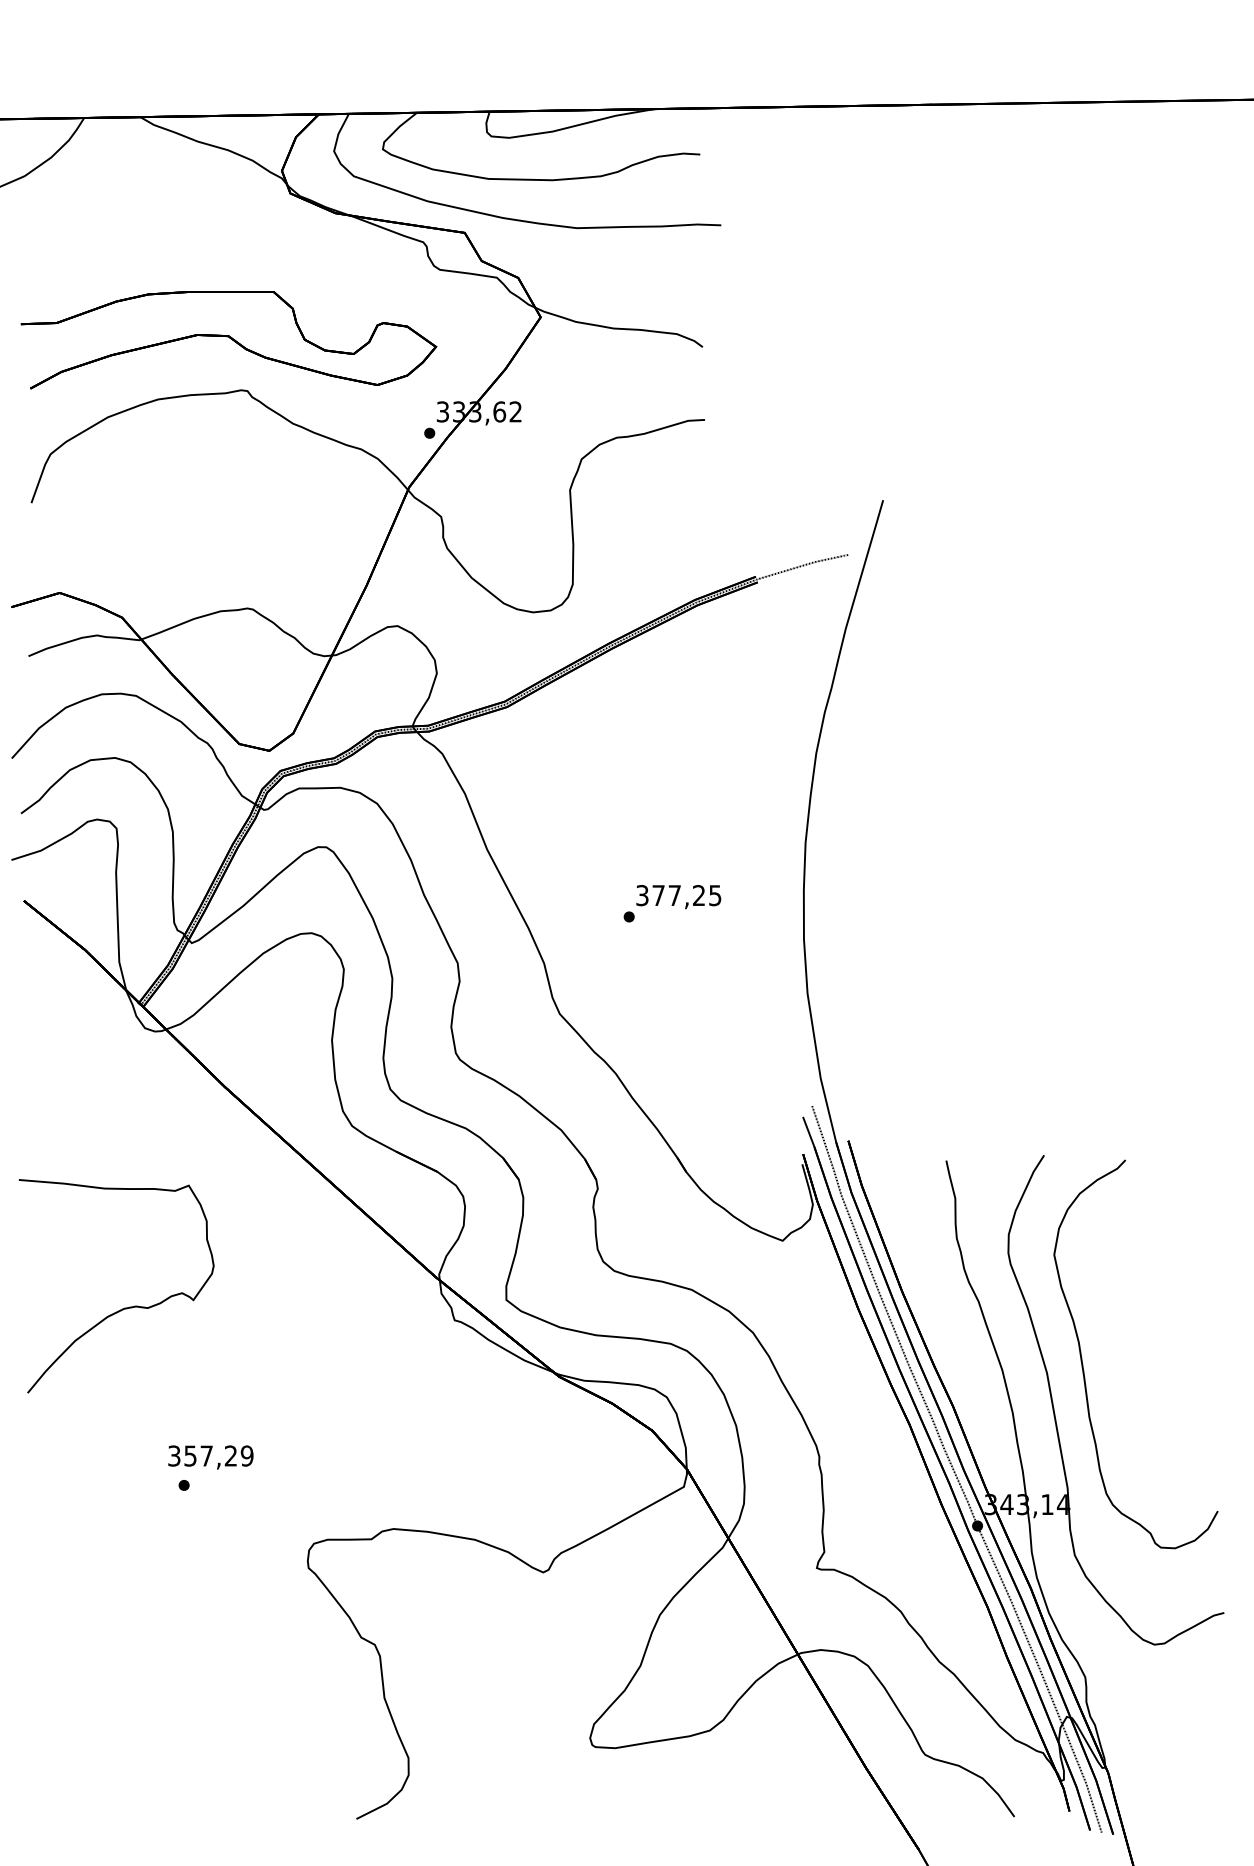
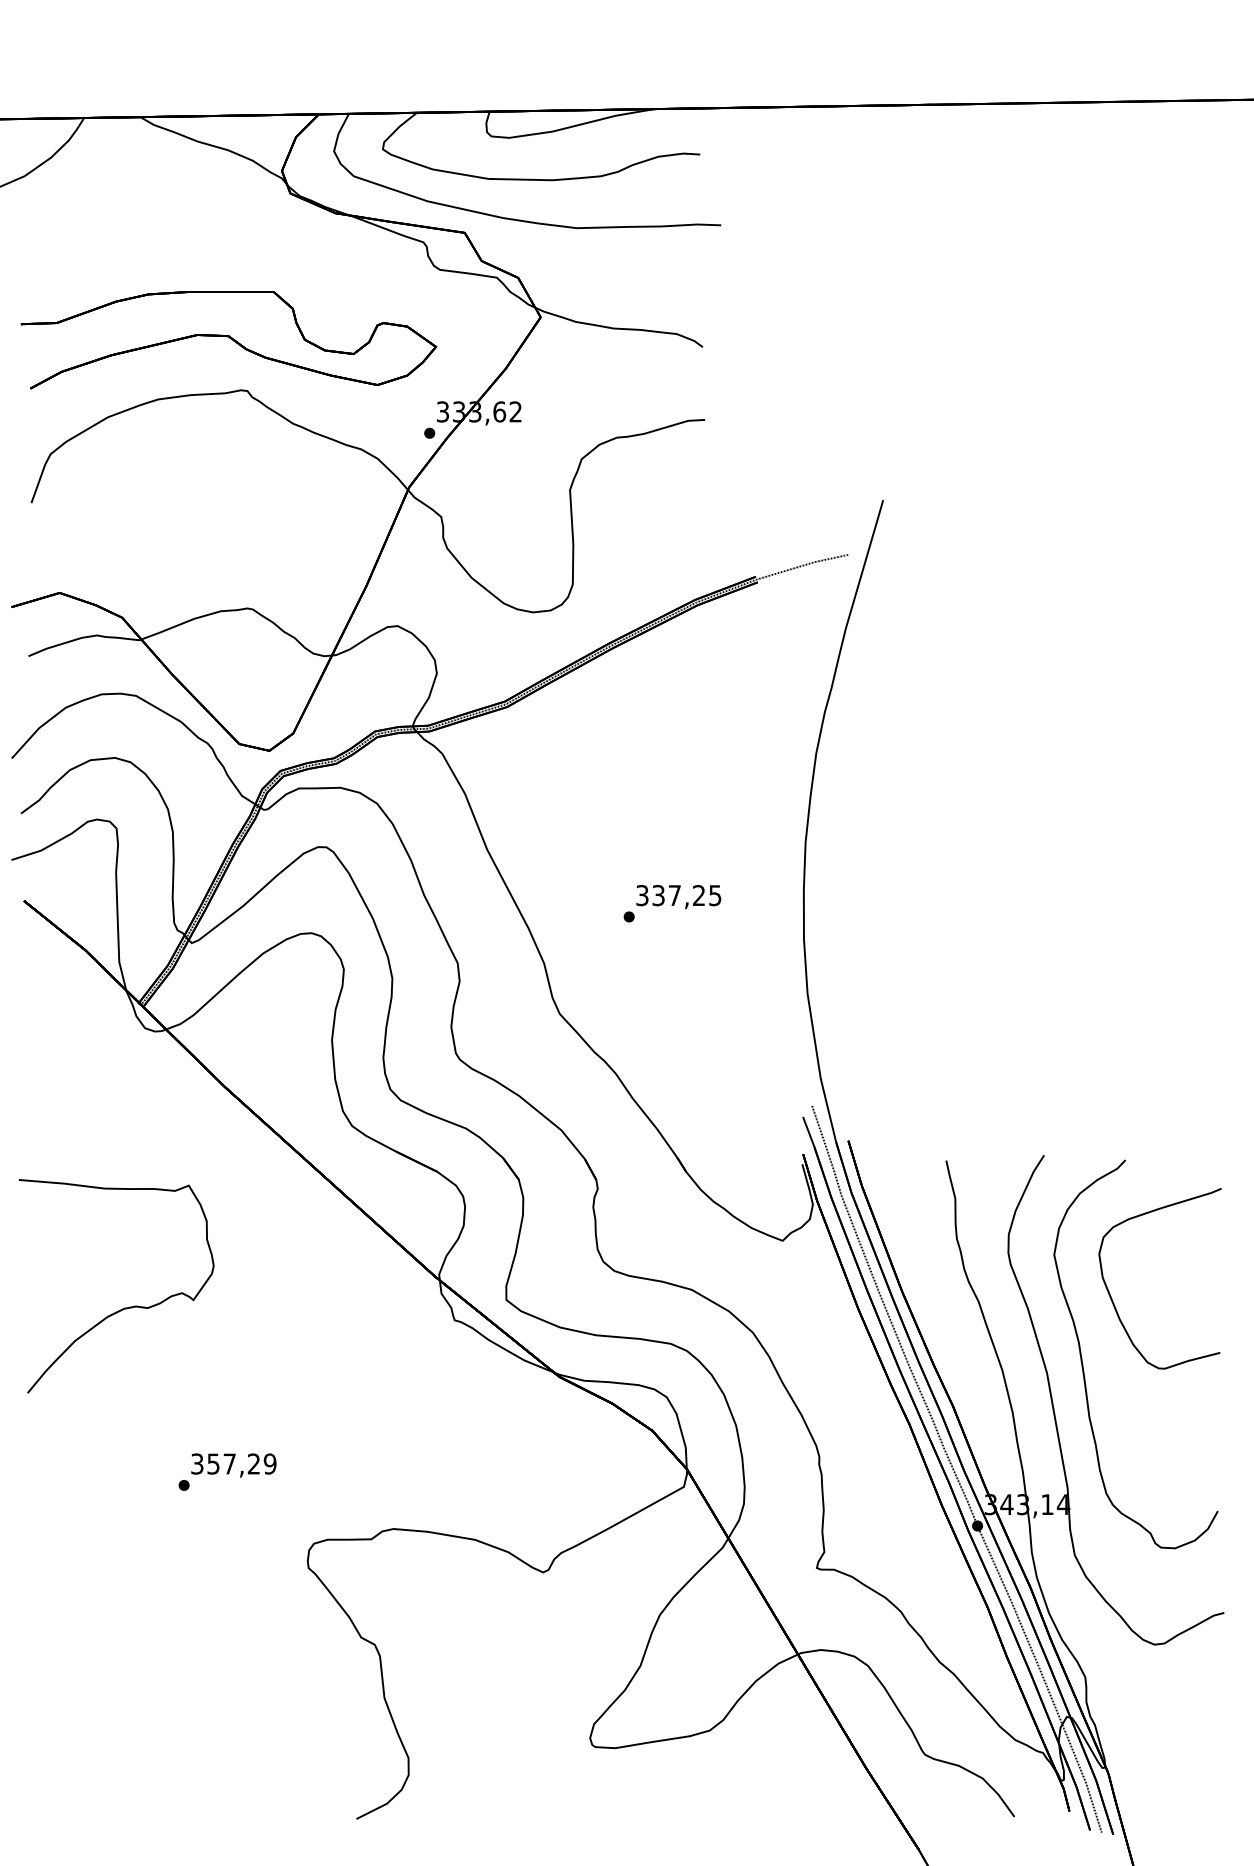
text at (658, 895): 377,25 -> 337,25
curve at (1112, 1298): none -> present
text at (210, 1457) position: (210, 1457) -> (233, 1465)
